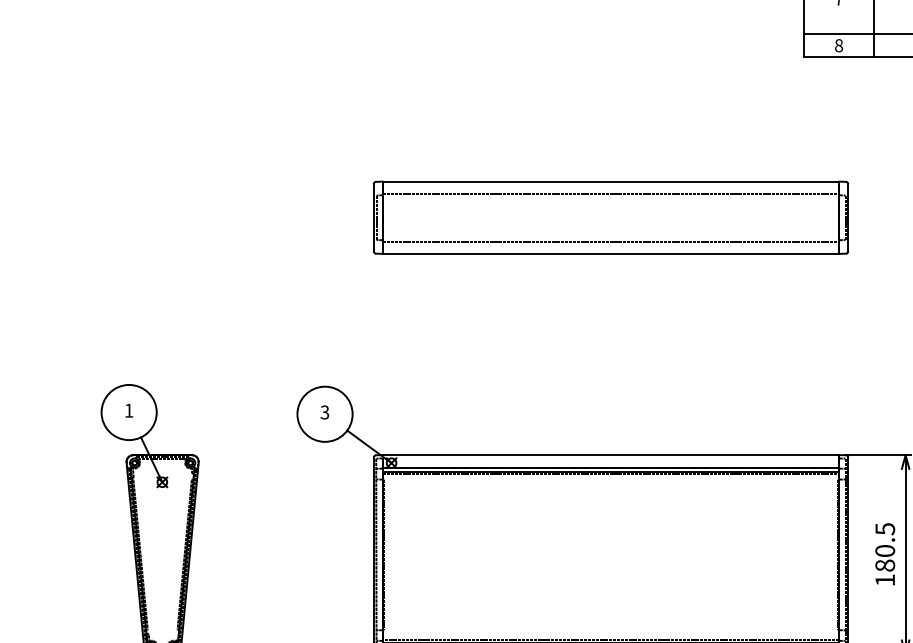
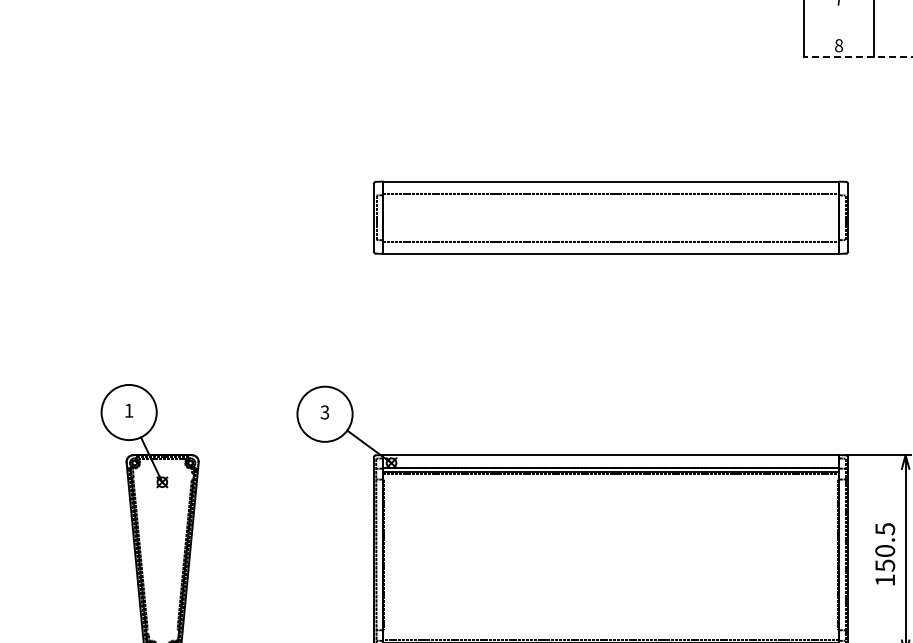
line at (856, 33): present -> none
line at (858, 57): solid -> dashed
text at (885, 565): 180.5 -> 150.5
